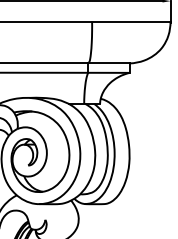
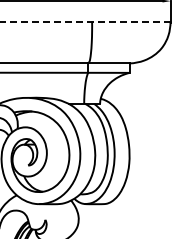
line at (85, 21): solid -> dashed
